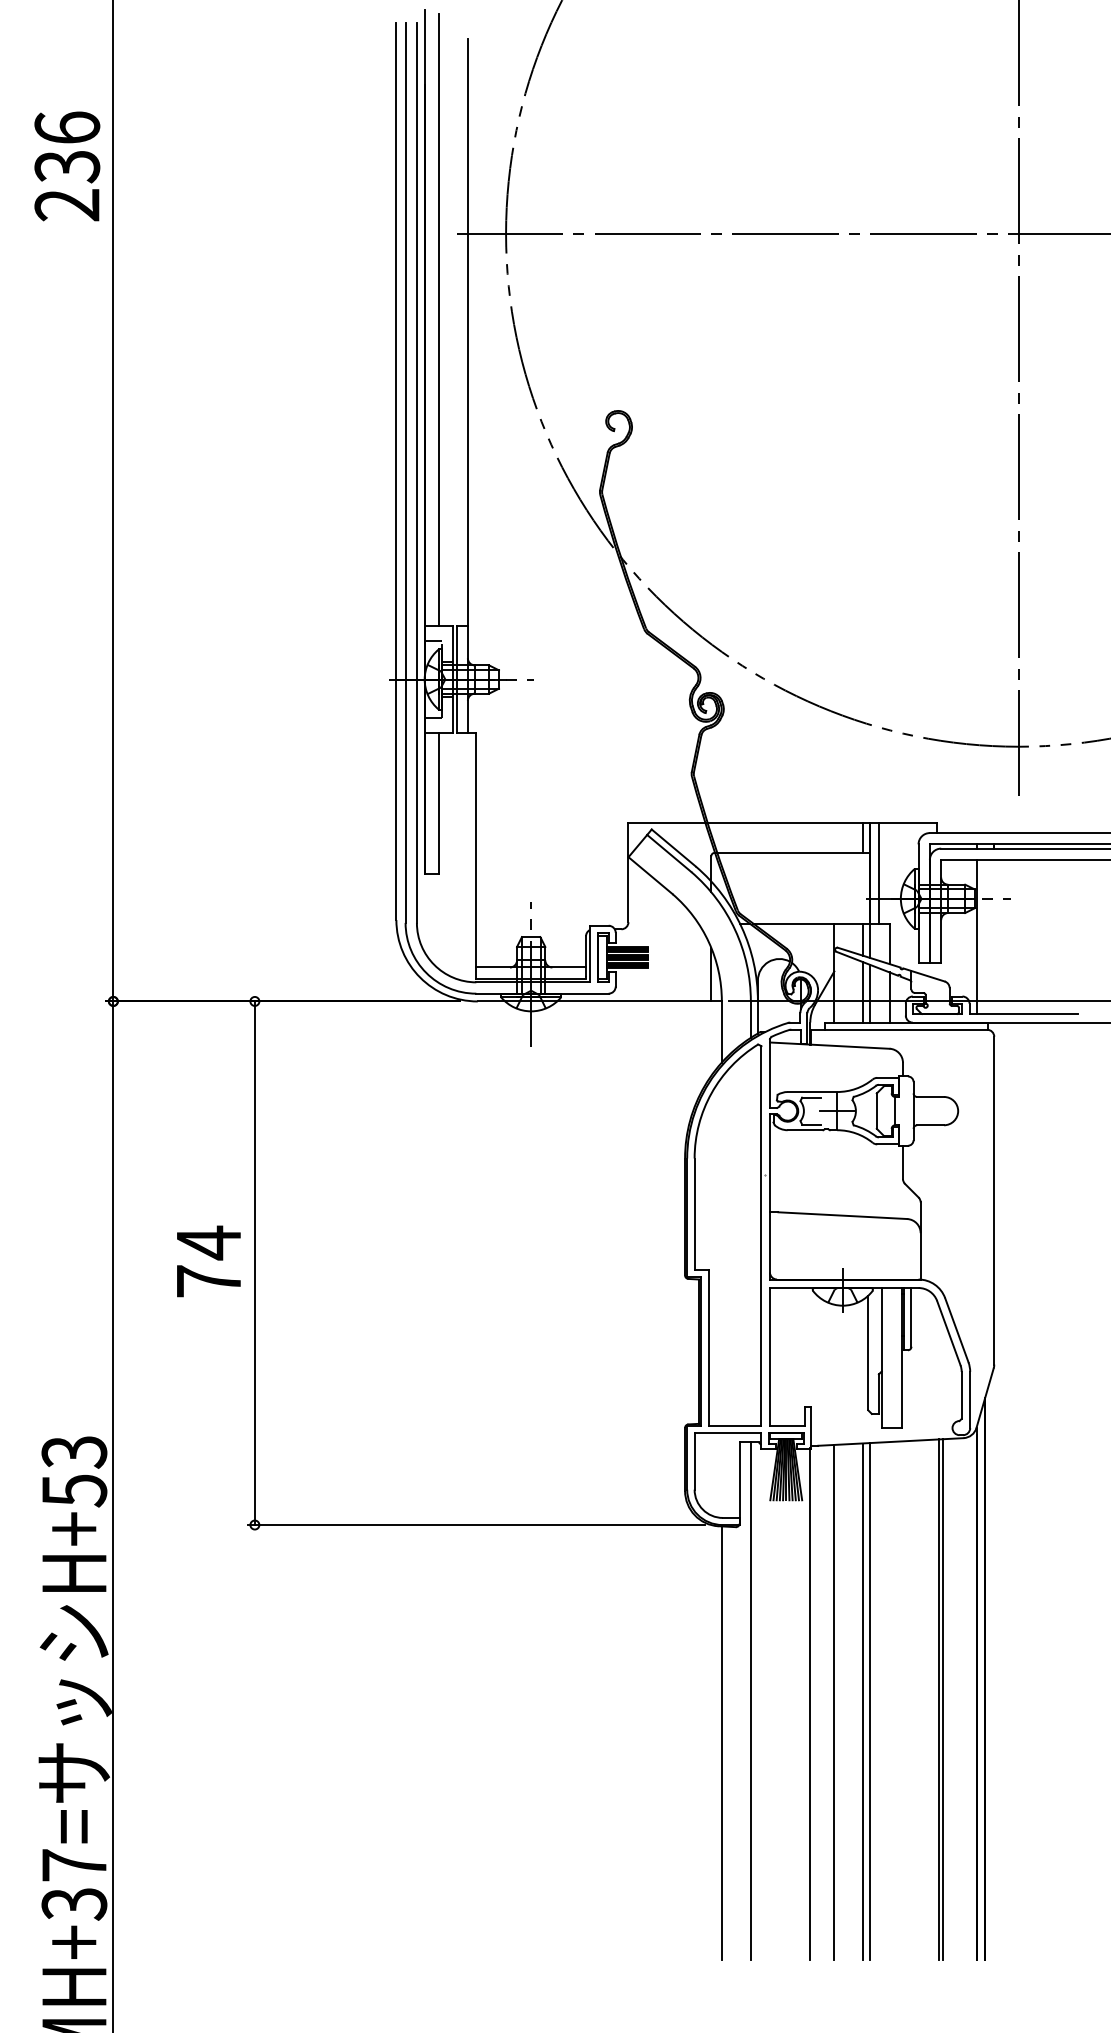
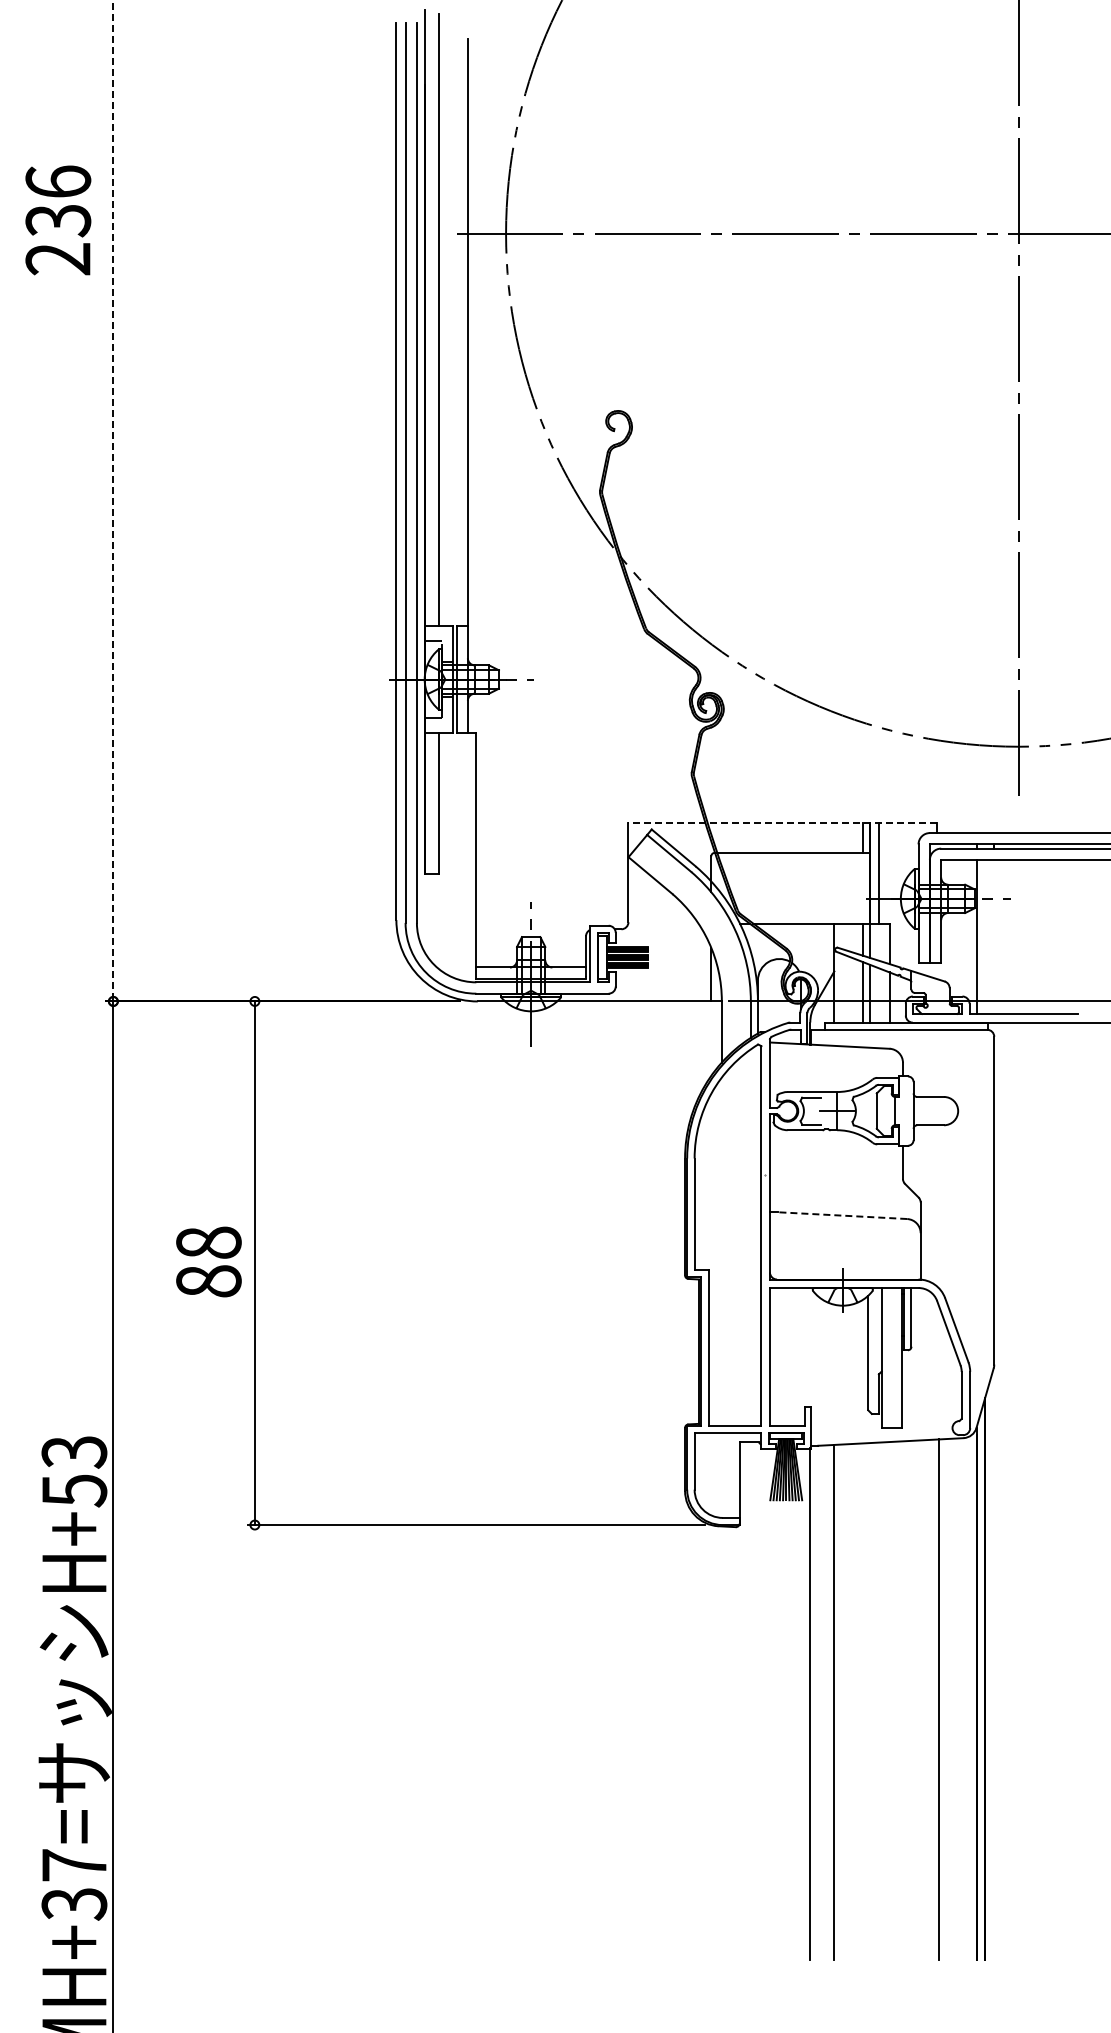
text at (67, 166) position: (67, 166) -> (58, 220)
line at (113, 501): solid -> dashed
line at (782, 823): solid -> dashed
line at (842, 1215): solid -> dashed
text at (208, 1261): 74 -> 88
line at (943, 1699): present -> none
line at (750, 1701): present -> none
line at (863, 1701): present -> none
line at (870, 1701): present -> none
line at (721, 1743): present -> none
